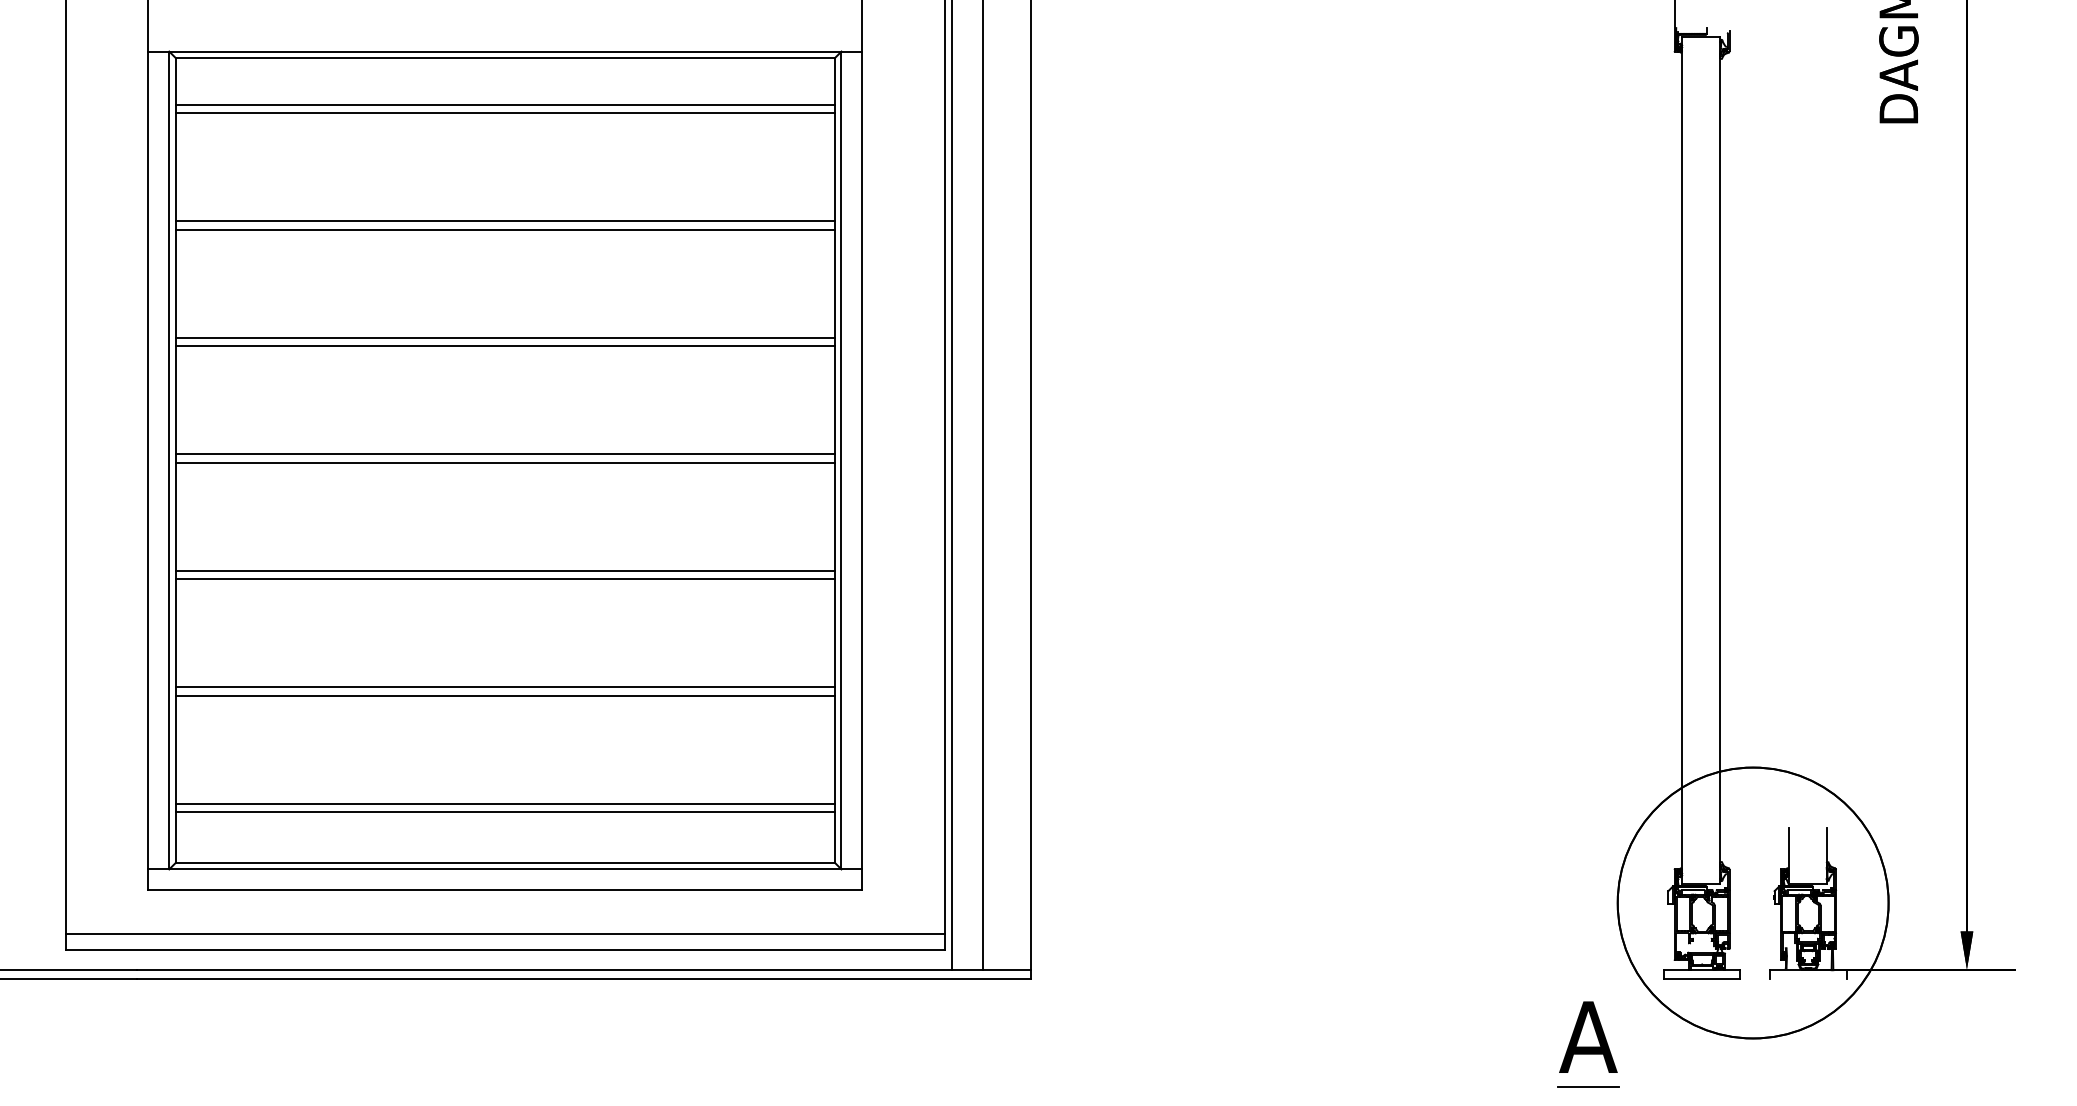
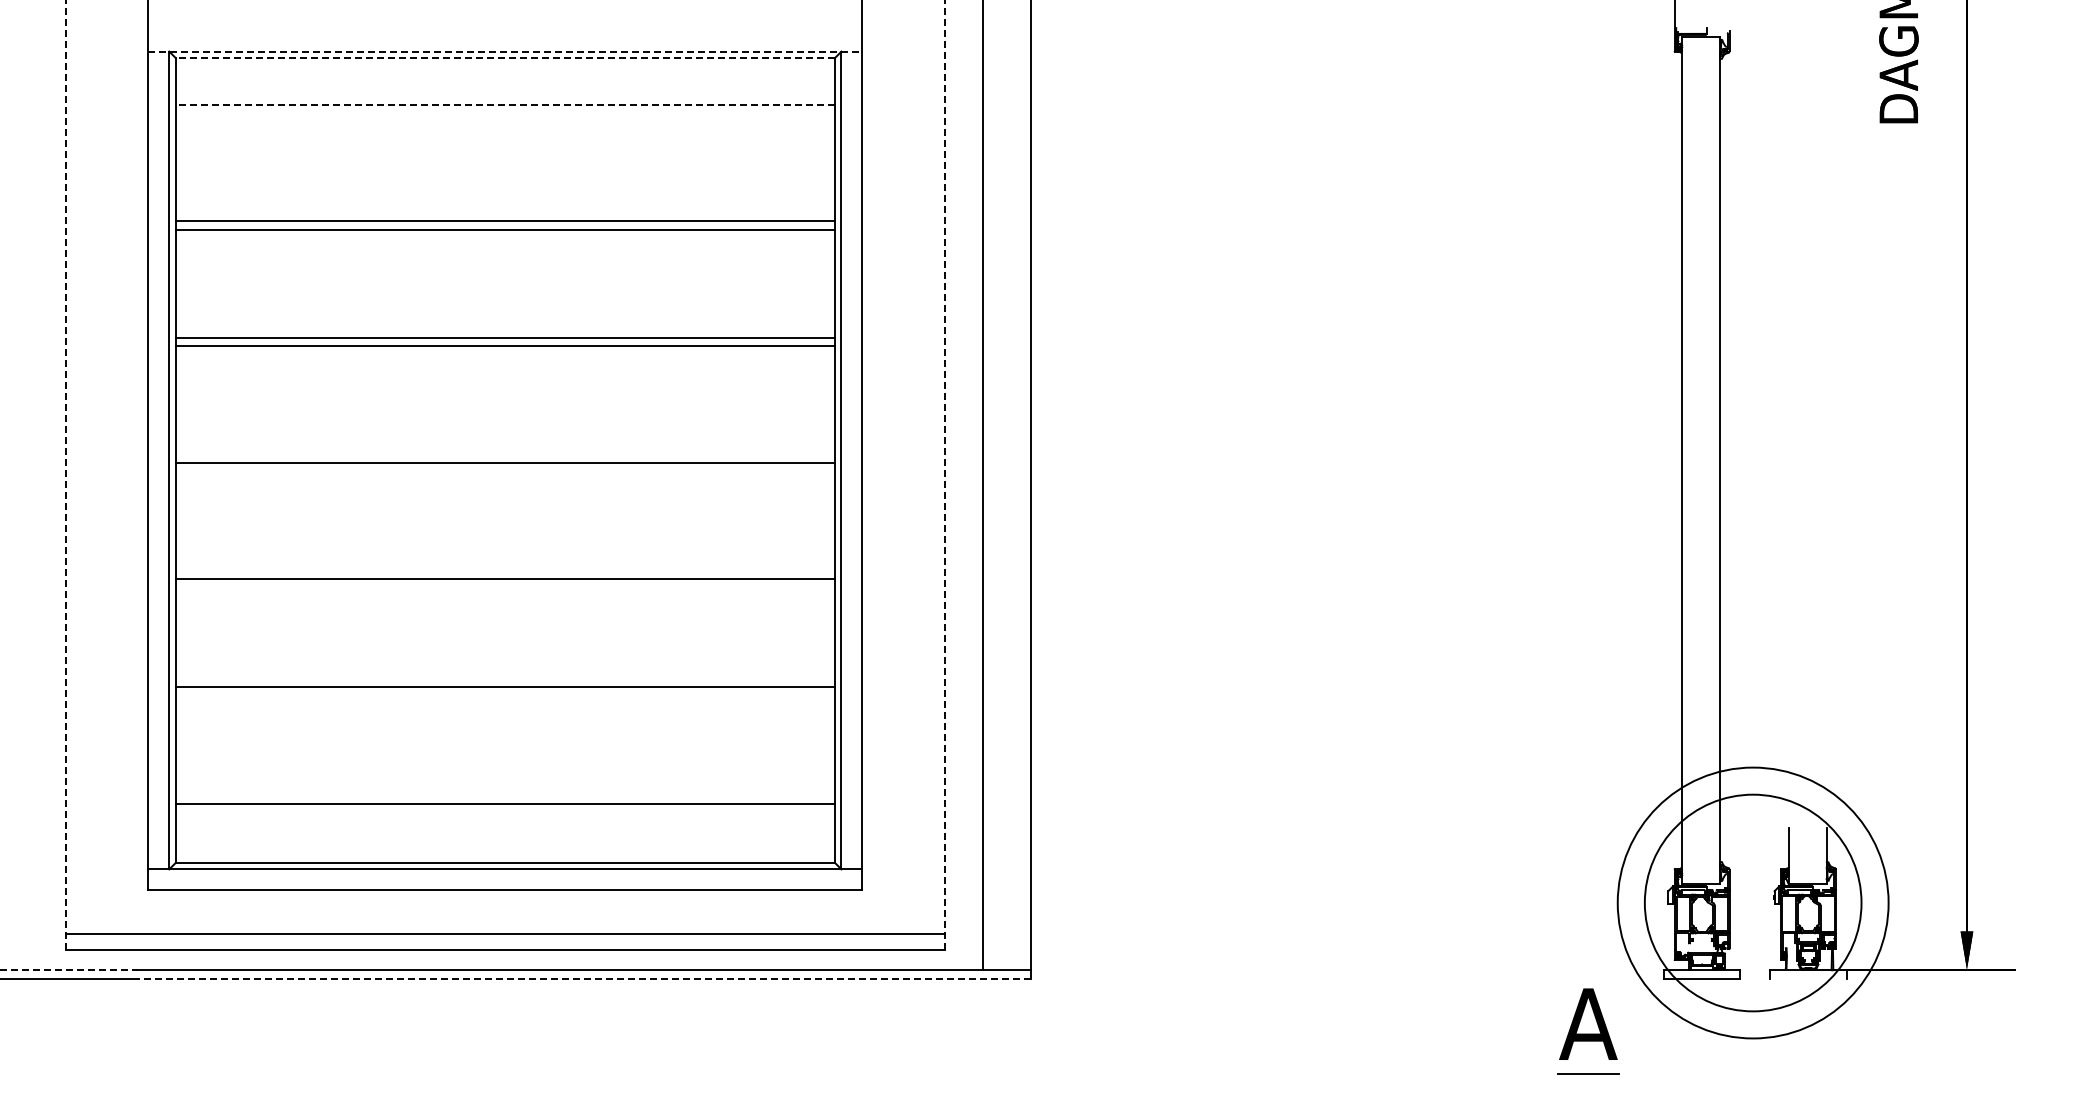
line at (505, 51): solid -> dashed
line at (504, 58): solid -> dashed
line at (504, 104): solid -> dashed
line at (504, 113): present -> none
line at (504, 454): present -> none
line at (66, 474): solid -> dashed
line at (944, 474): solid -> dashed
line at (952, 486): present -> none
line at (504, 570): present -> none
line at (504, 695): present -> none
line at (504, 812): present -> none
circle at (1752, 902) diameter: 271 px -> 217 px
line at (68, 969): solid -> dashed
line at (583, 979): solid -> dashed
part at (1588, 1044) position: (1588, 1044) -> (1588, 1031)
